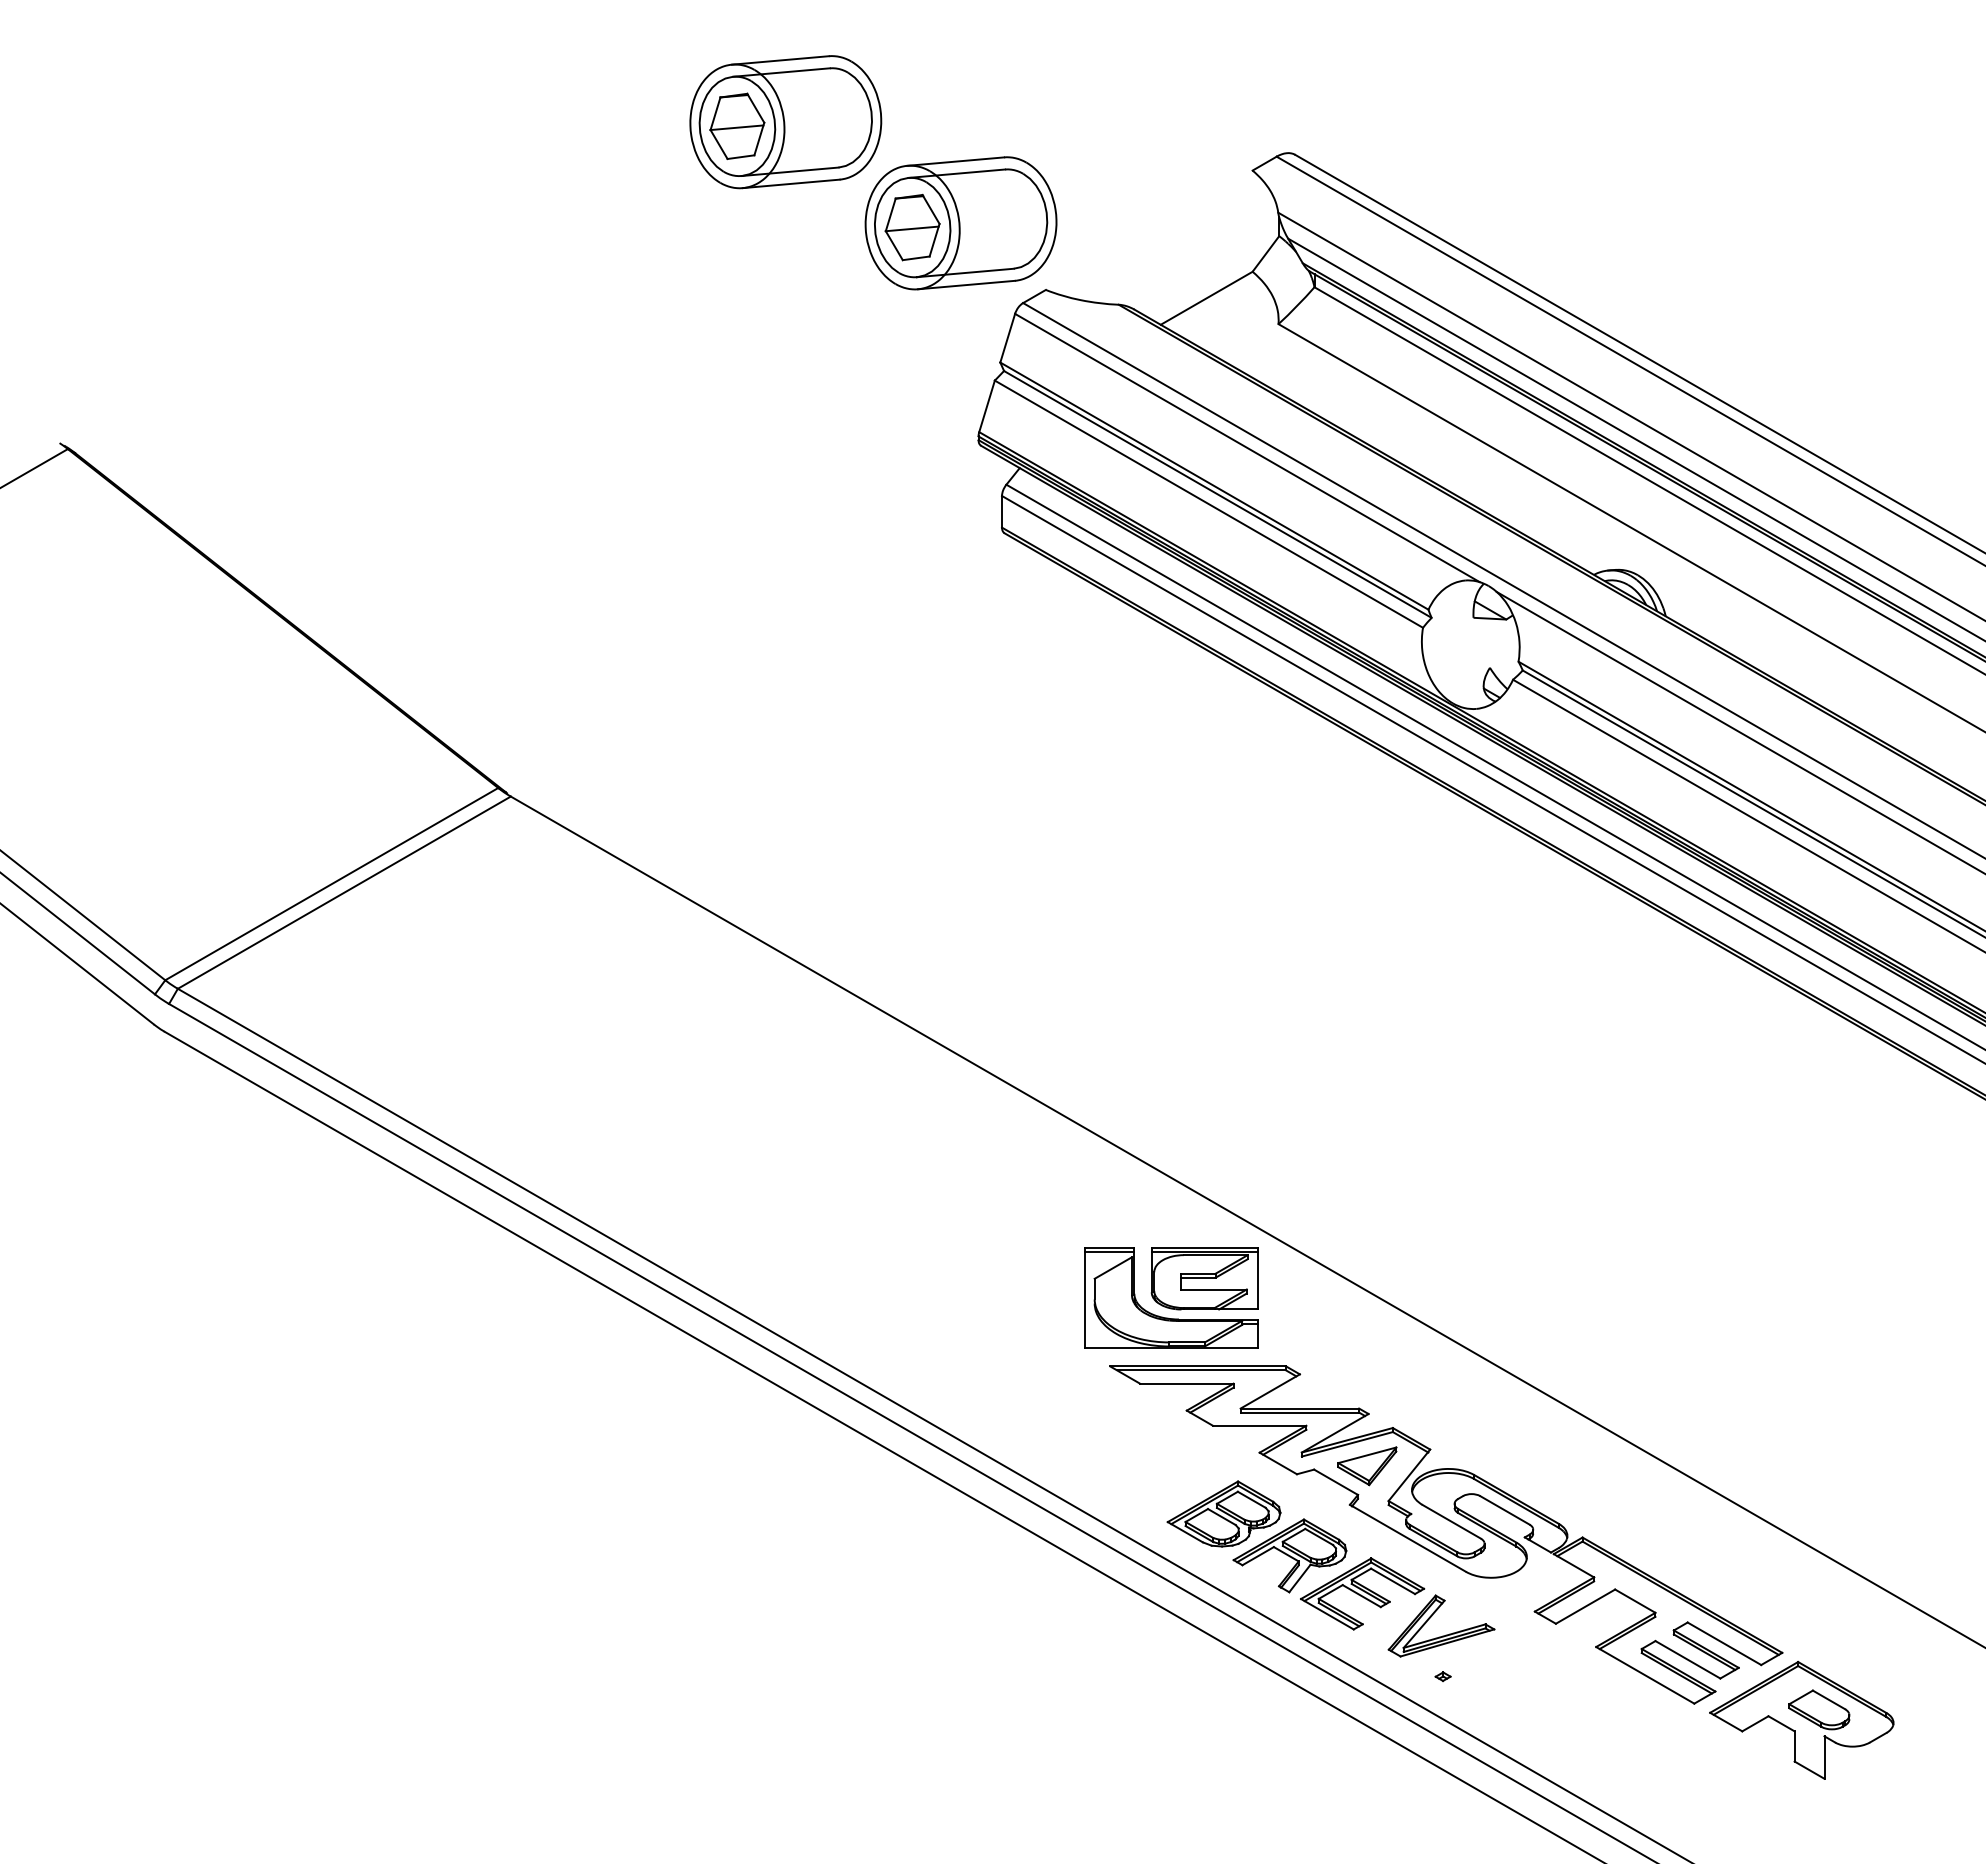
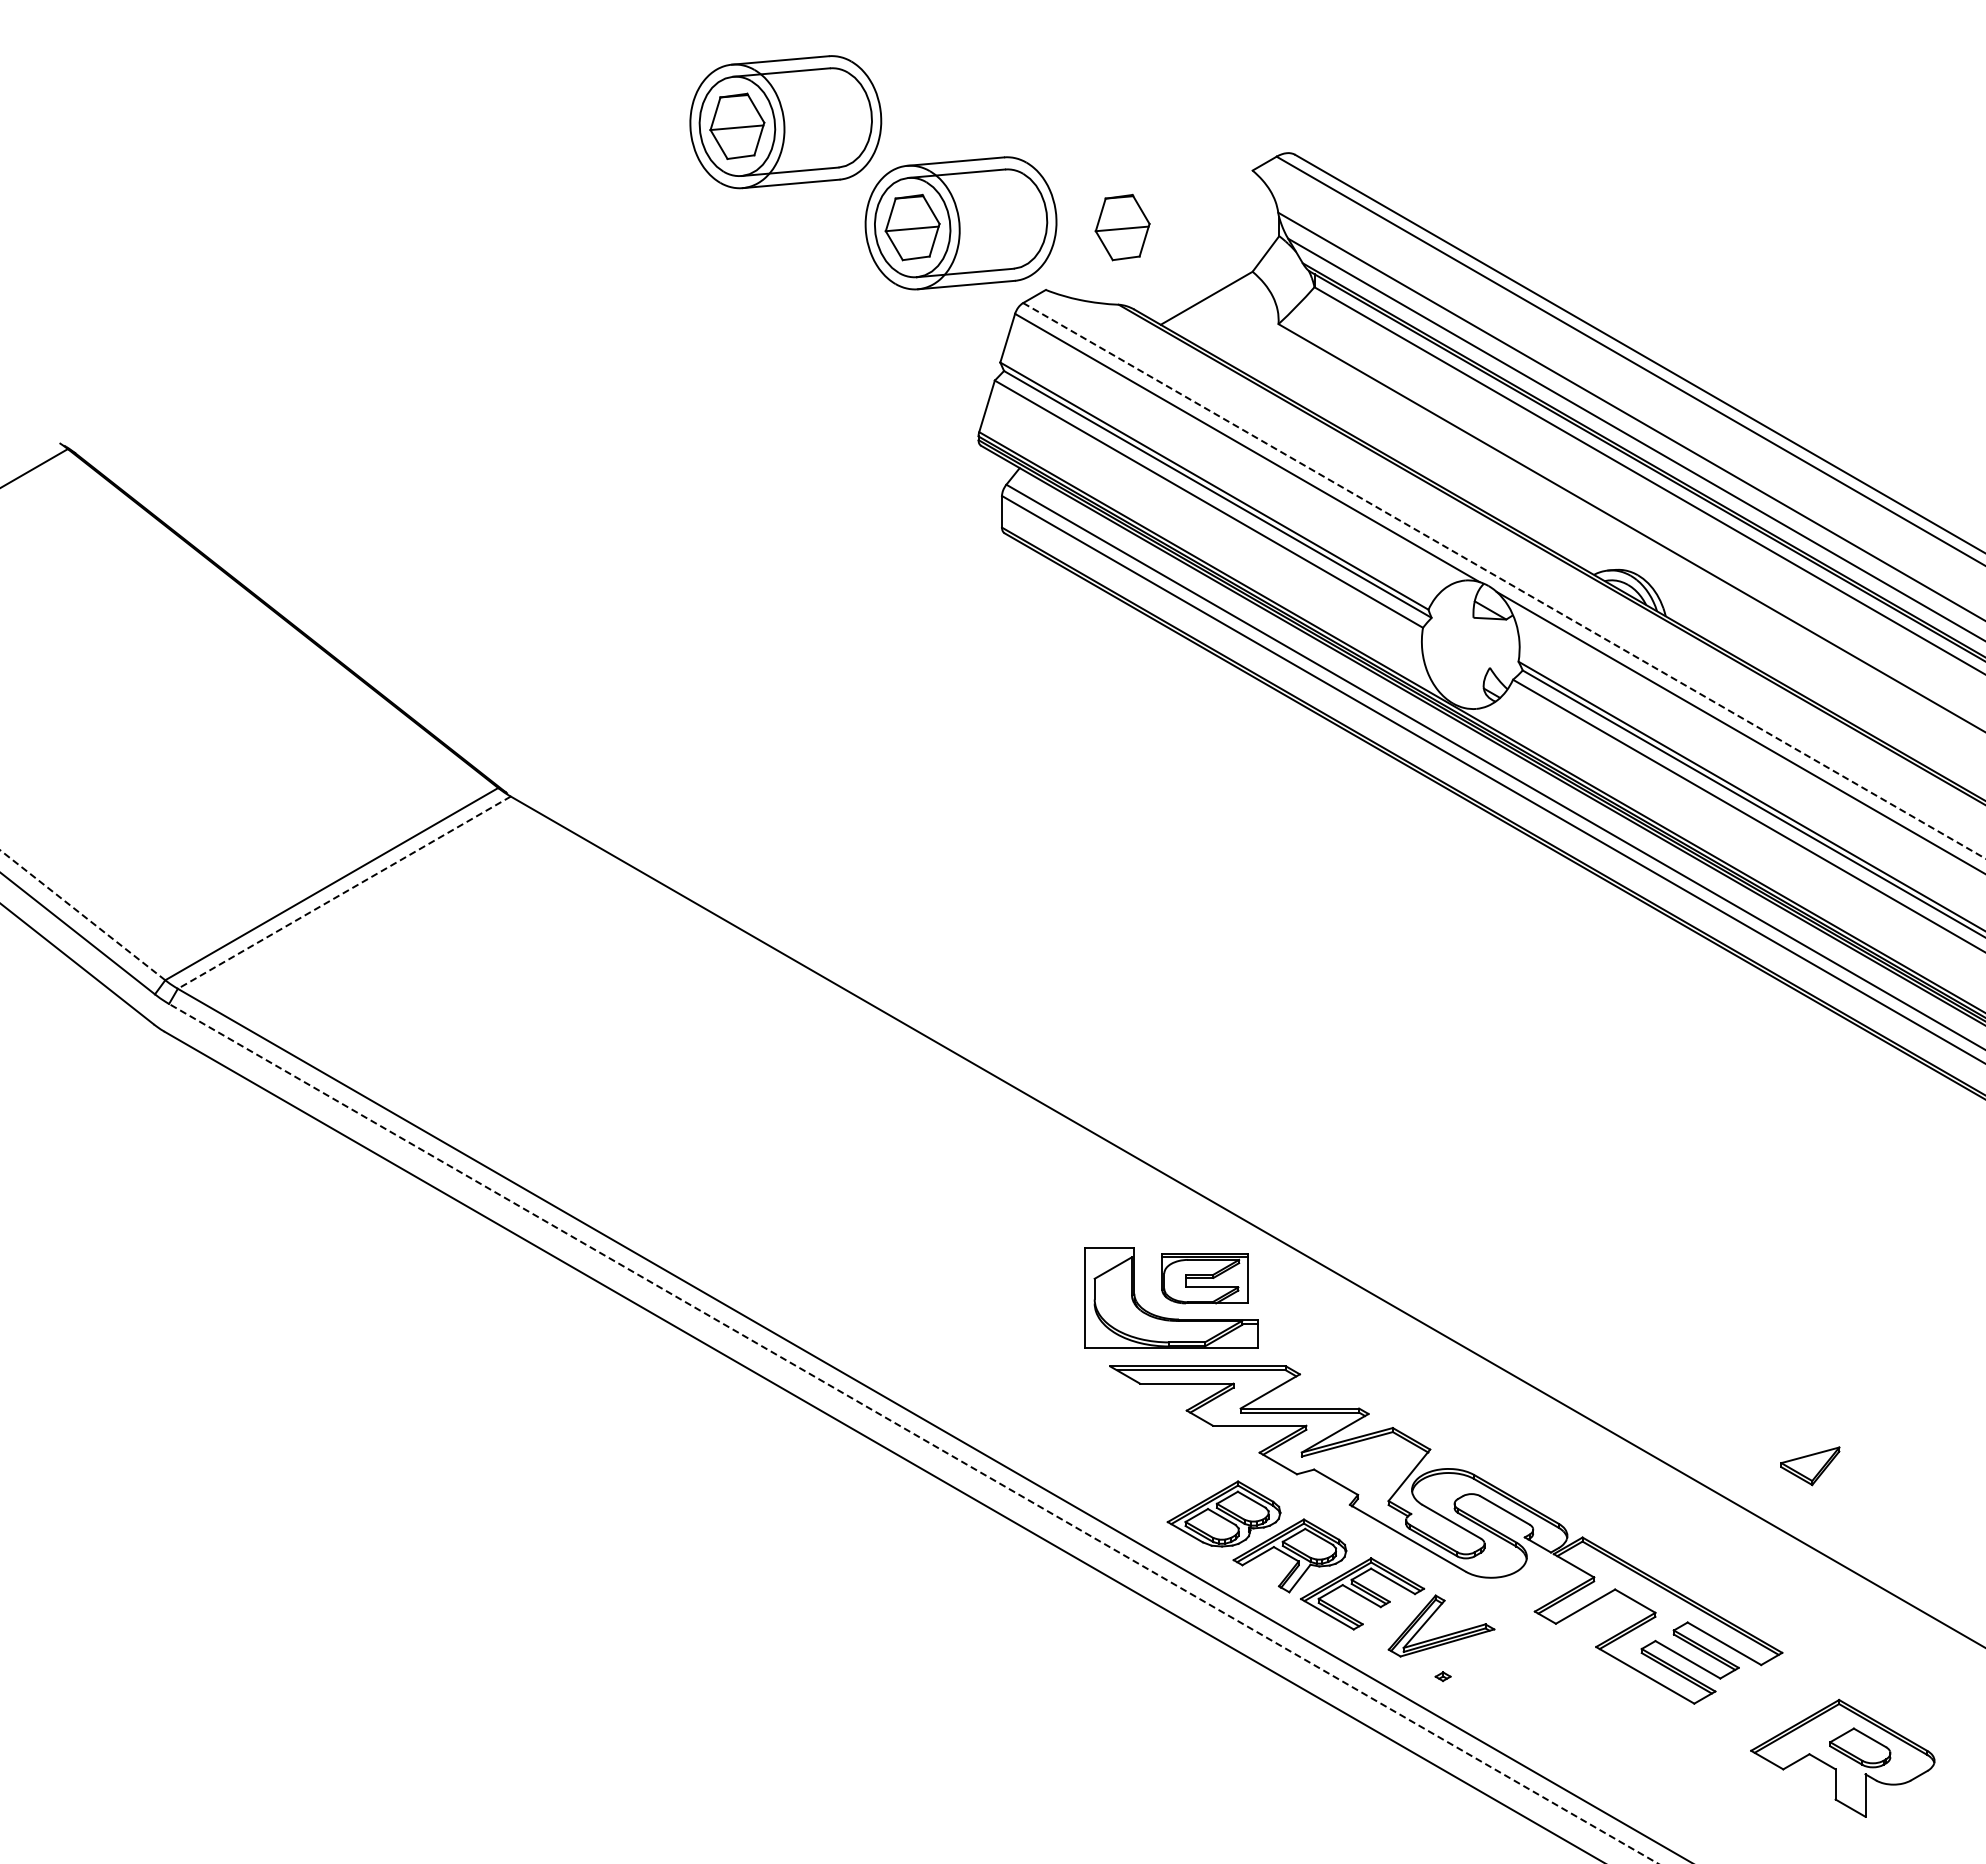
part at (1122, 227): none -> present
line at (1504, 580): solid -> dashed
line at (343, 892): solid -> dashed
line at (82, 915): solid -> dashed
line at (1109, 1252): present -> none
part at (1204, 1278) size: 109x64 px -> 88x52 px
line at (913, 1433): solid -> dashed
part at (1367, 1466) position: (1367, 1466) -> (1810, 1466)
part at (1801, 1719) position: (1801, 1719) -> (1842, 1757)
